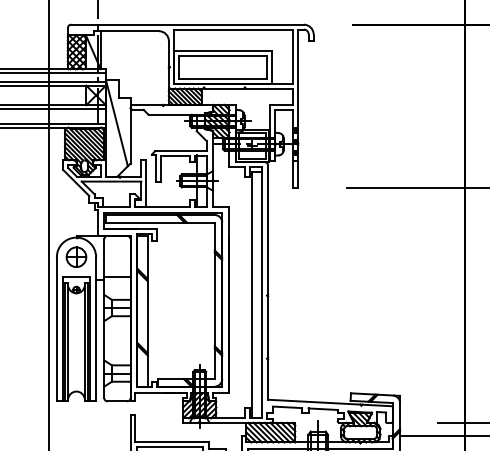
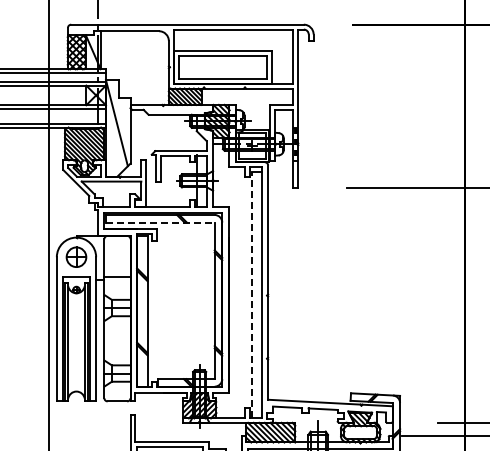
line at (160, 222): solid -> dashed
line at (251, 294): solid -> dashed
